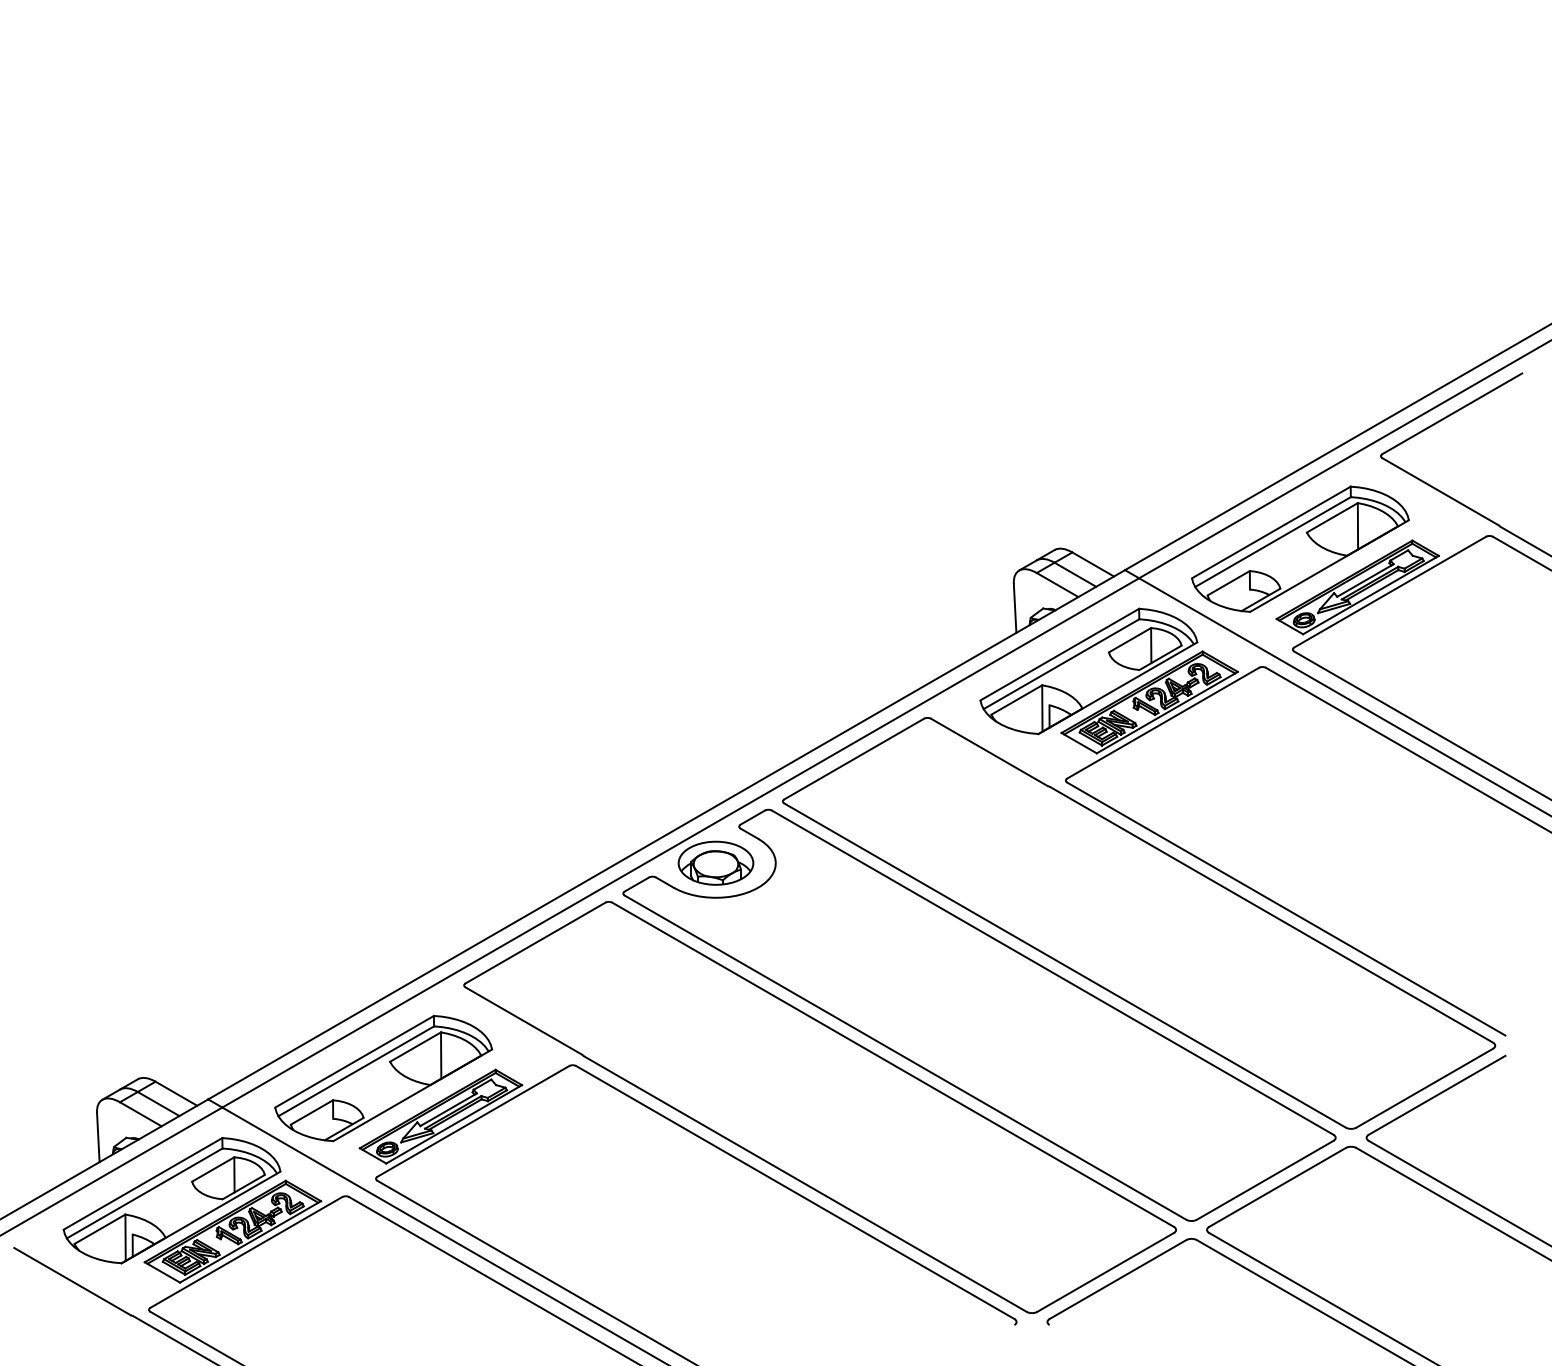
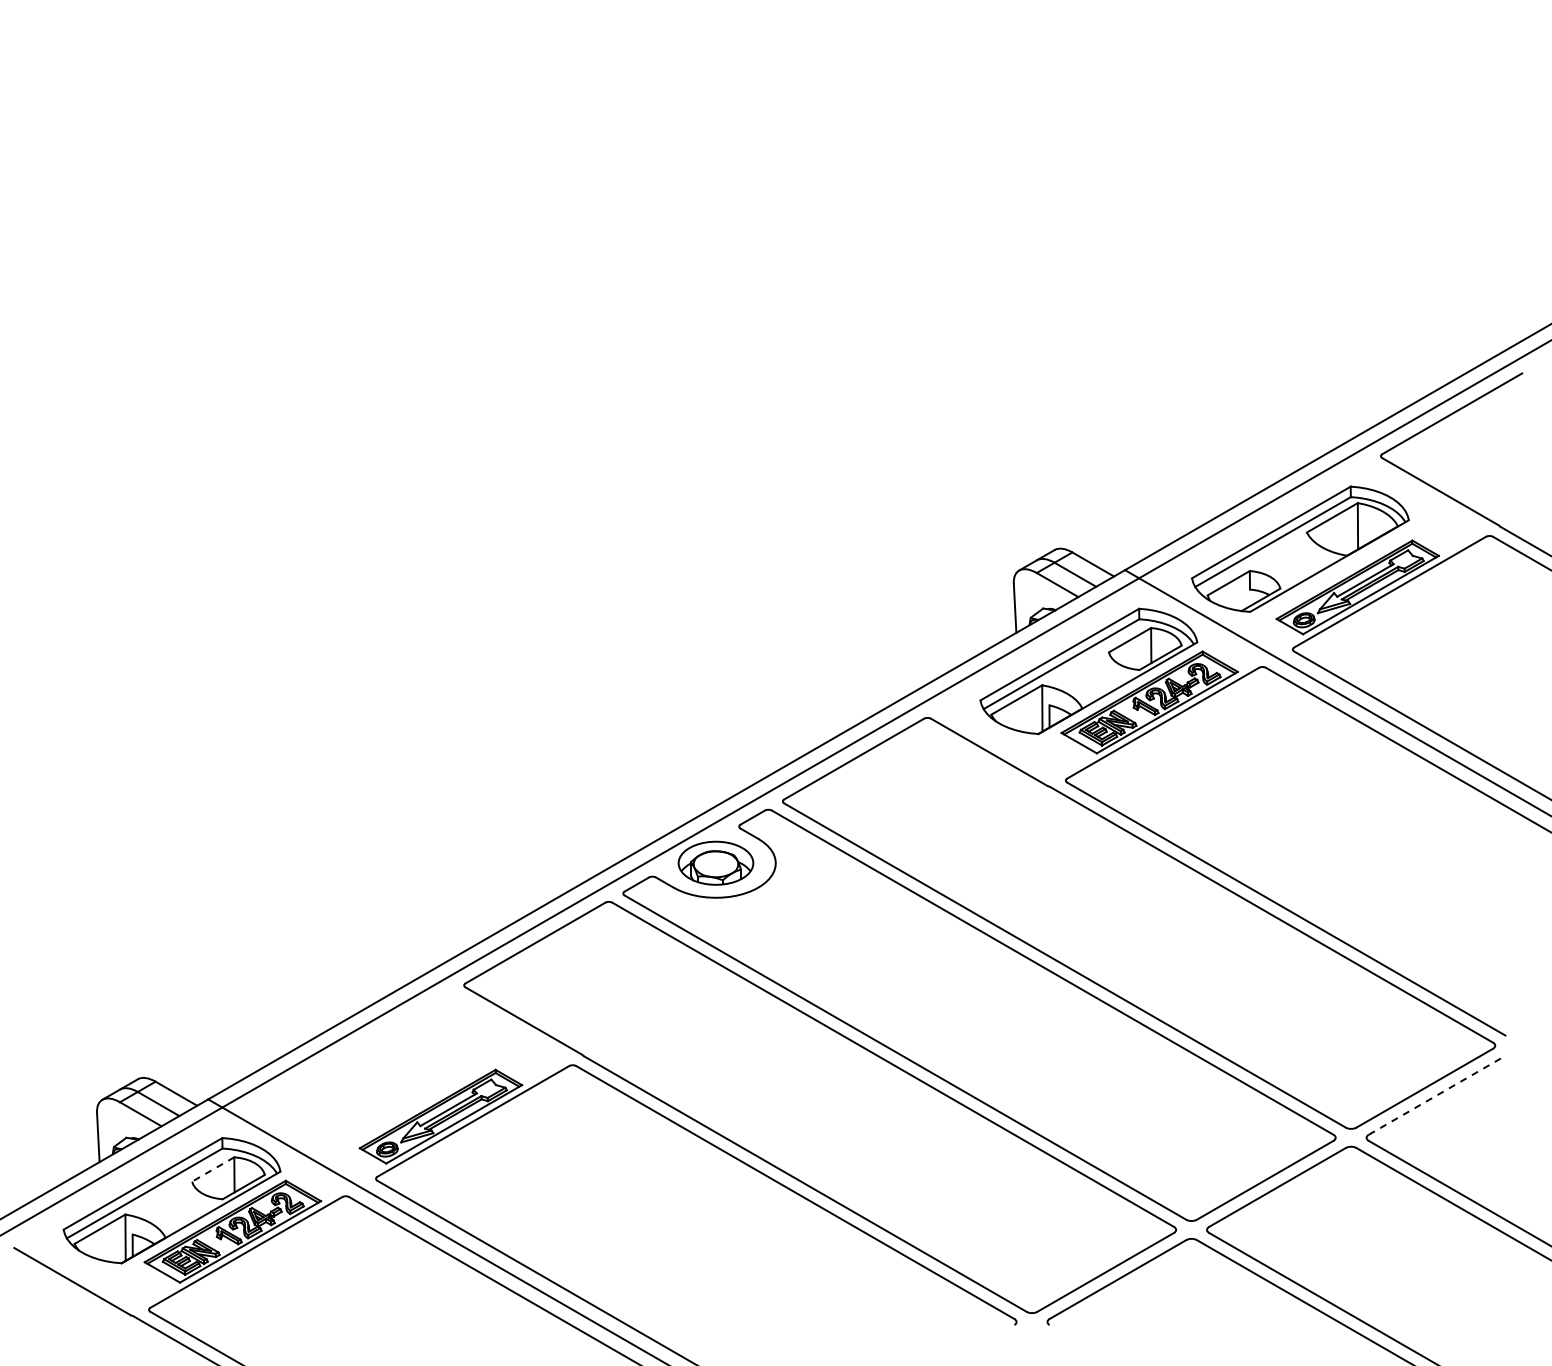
part at (383, 1078): present -> none
line at (1437, 1095): solid -> dashed
line at (212, 1169): solid -> dashed
